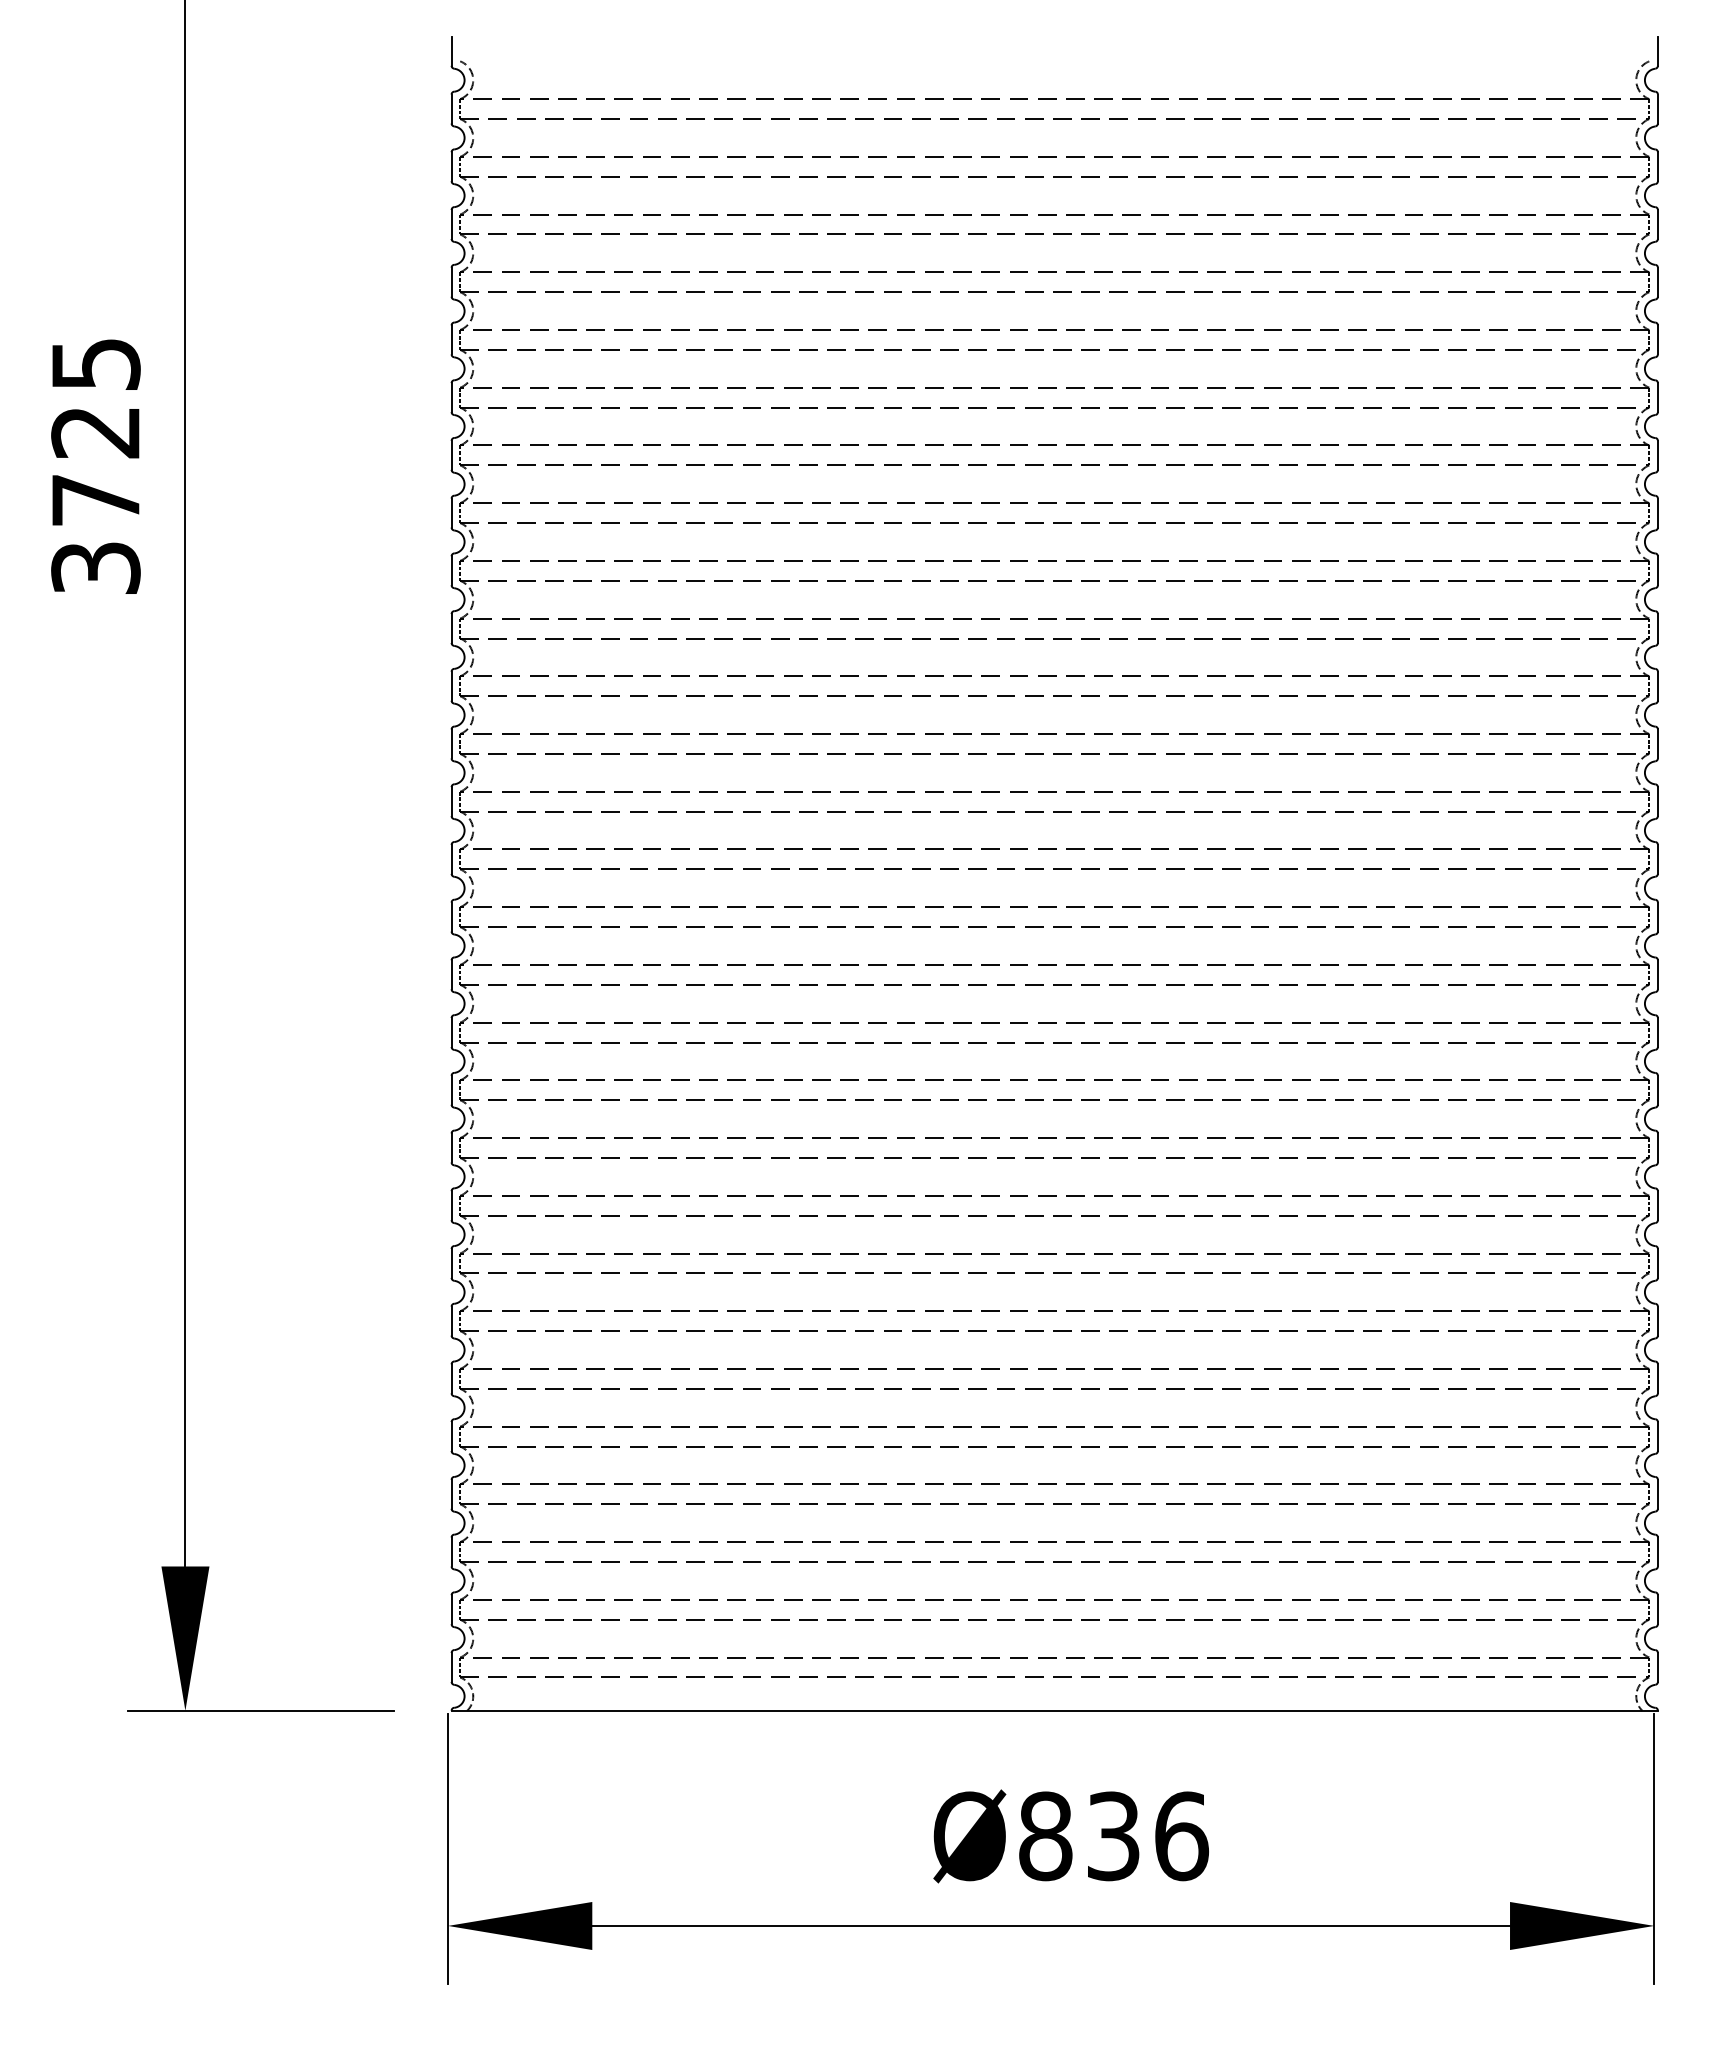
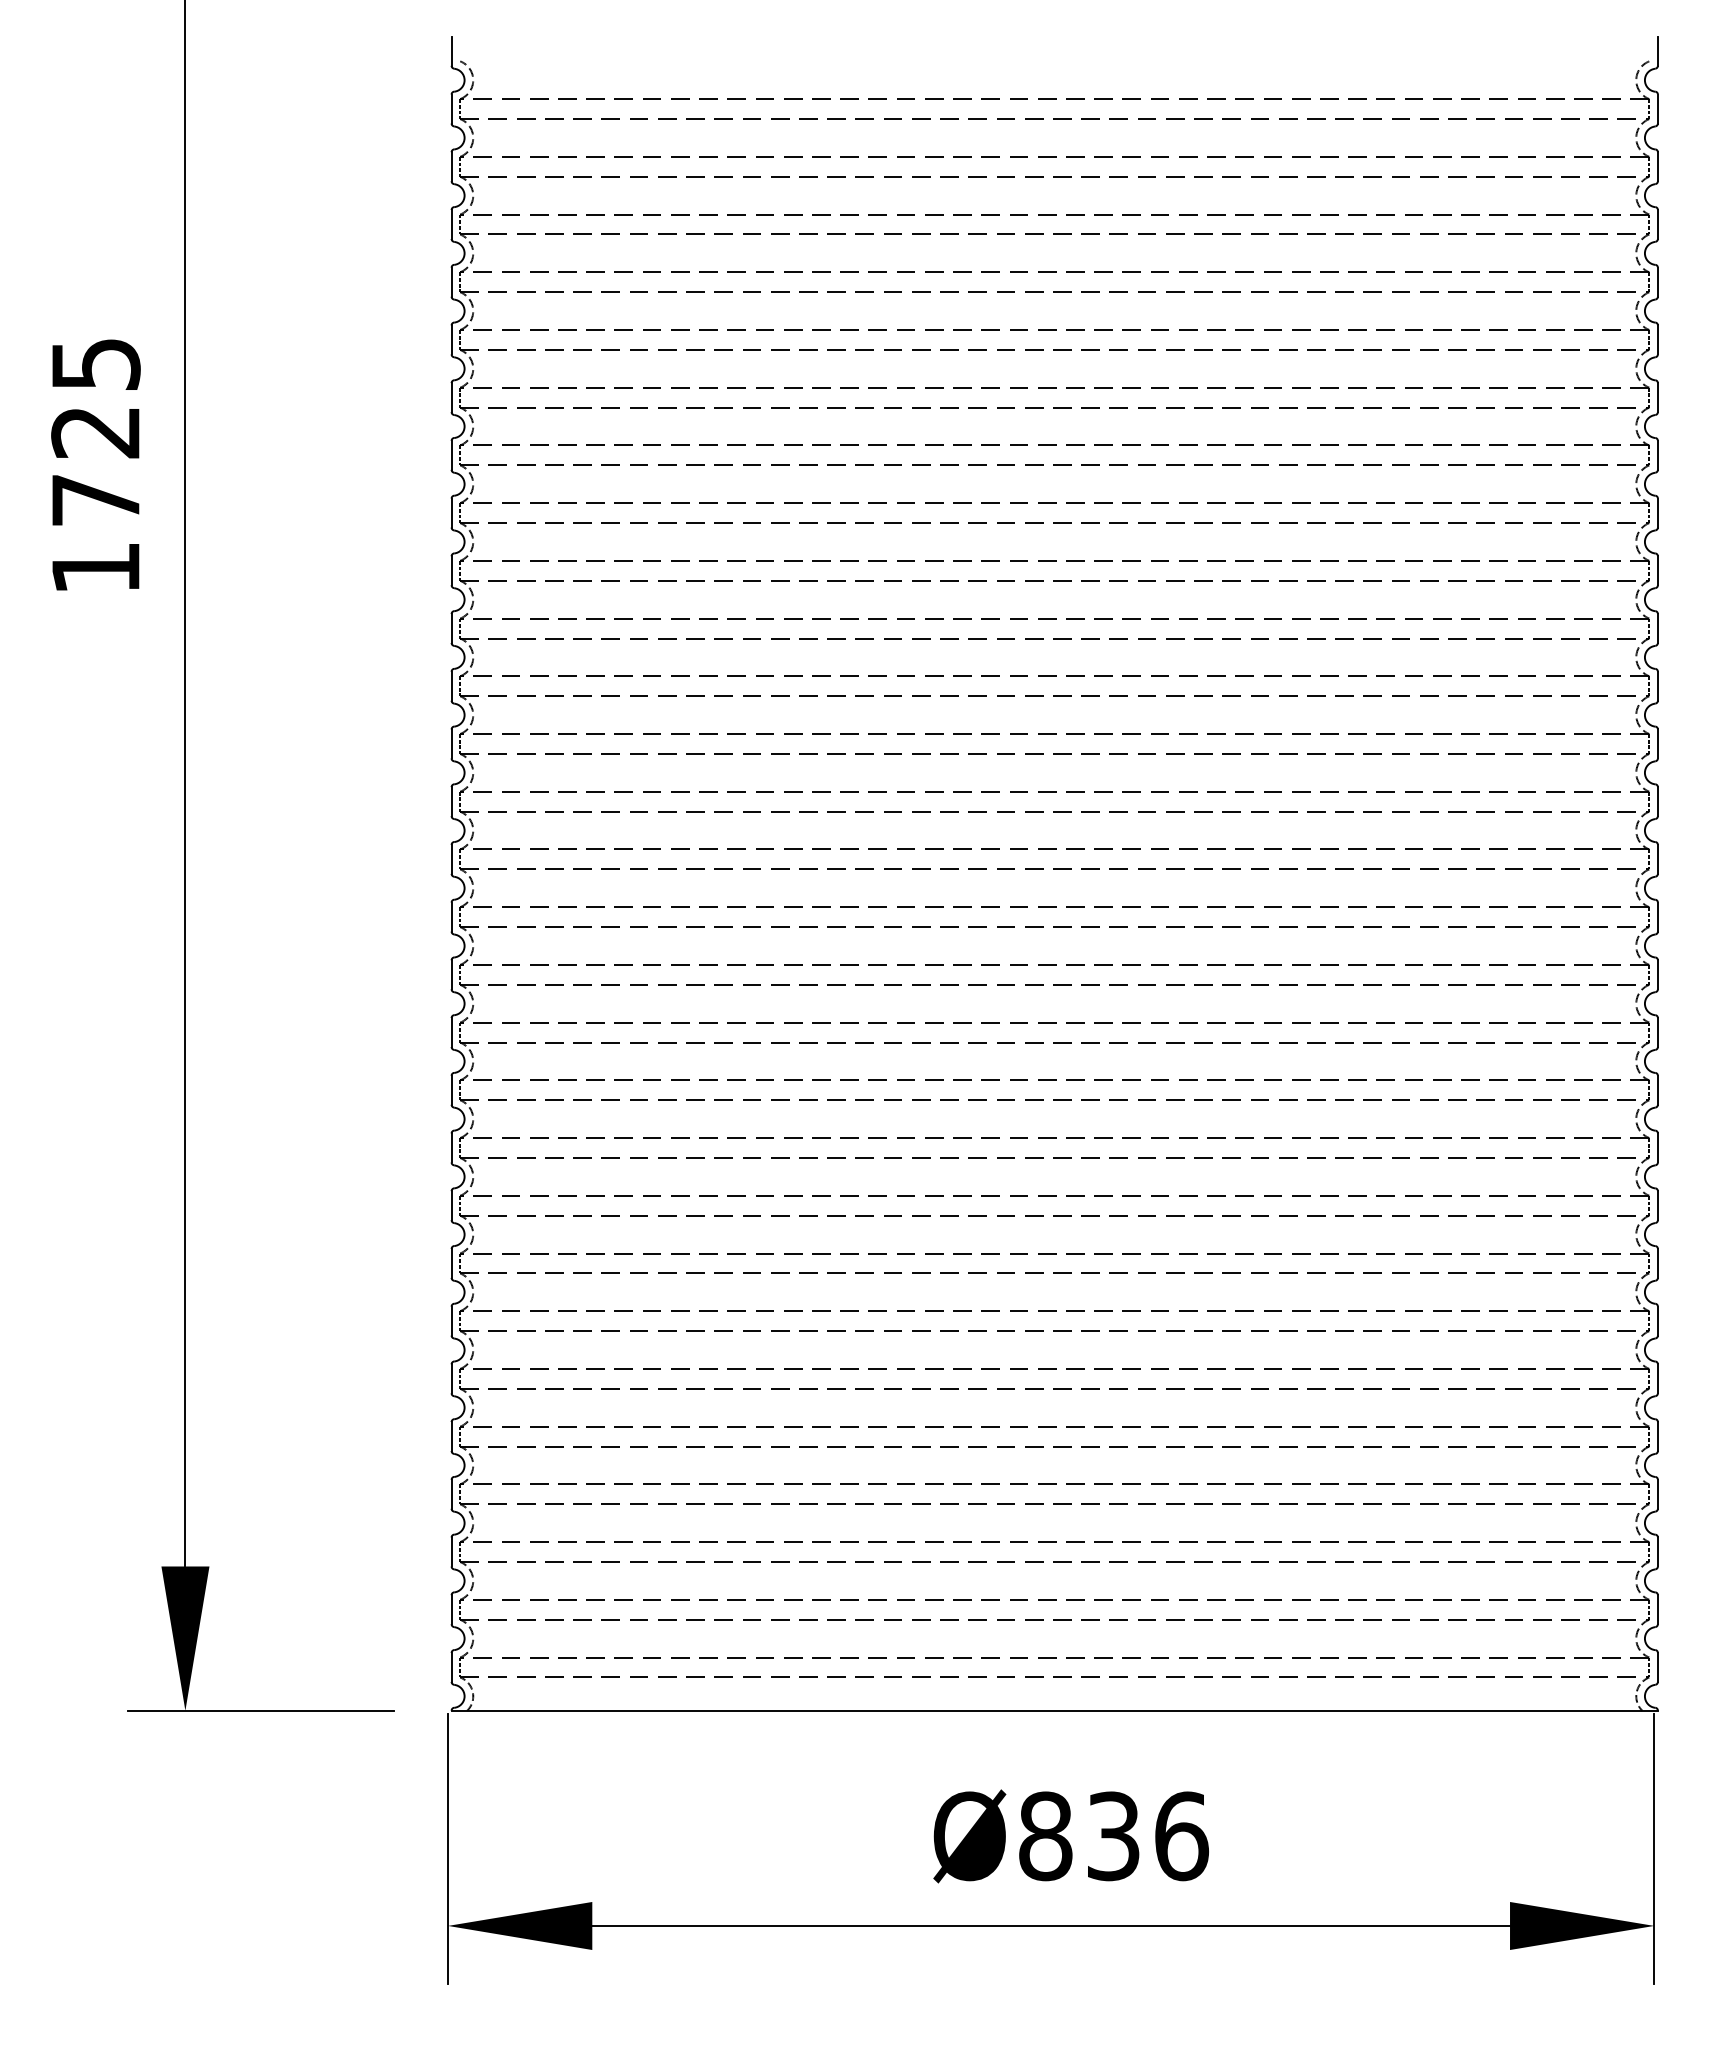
text at (95, 567): 3725 -> 1725
